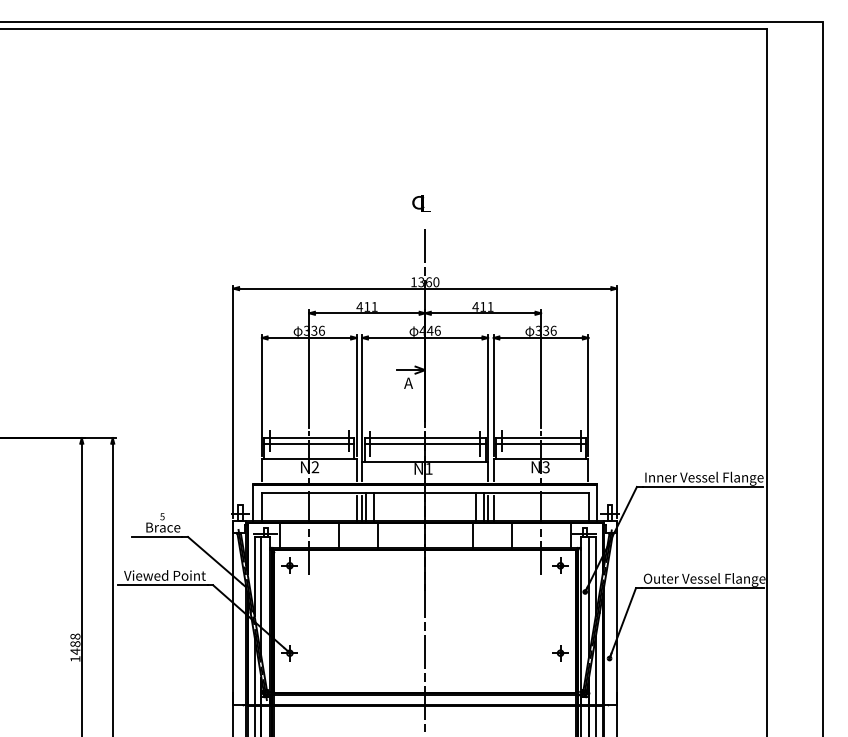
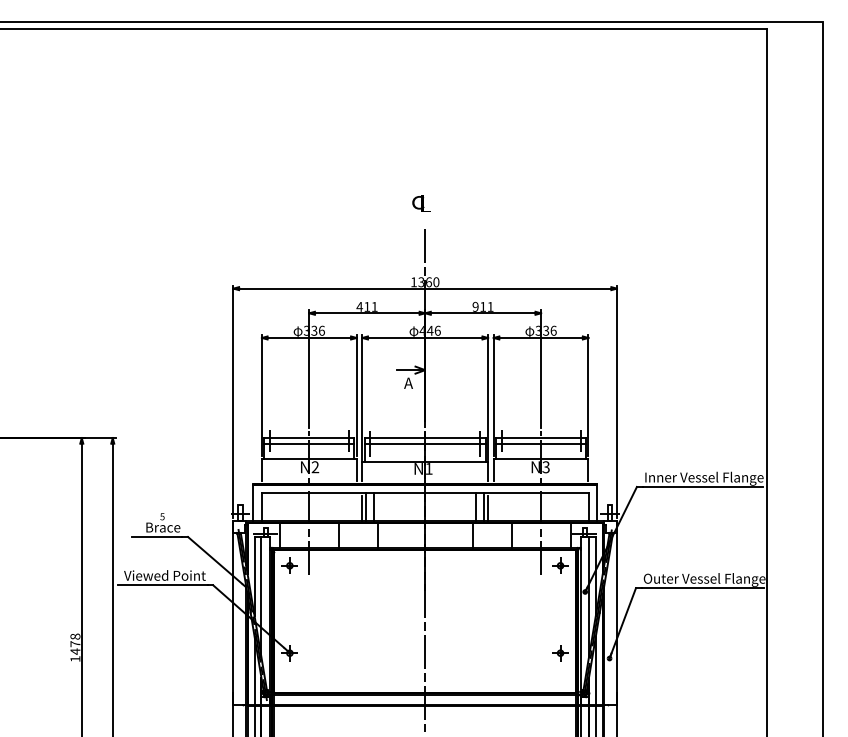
text at (475, 306): 411 -> 911
line at (356, 507): present -> none
line at (493, 507): present -> none
text at (75, 644): 1488 -> 1478
